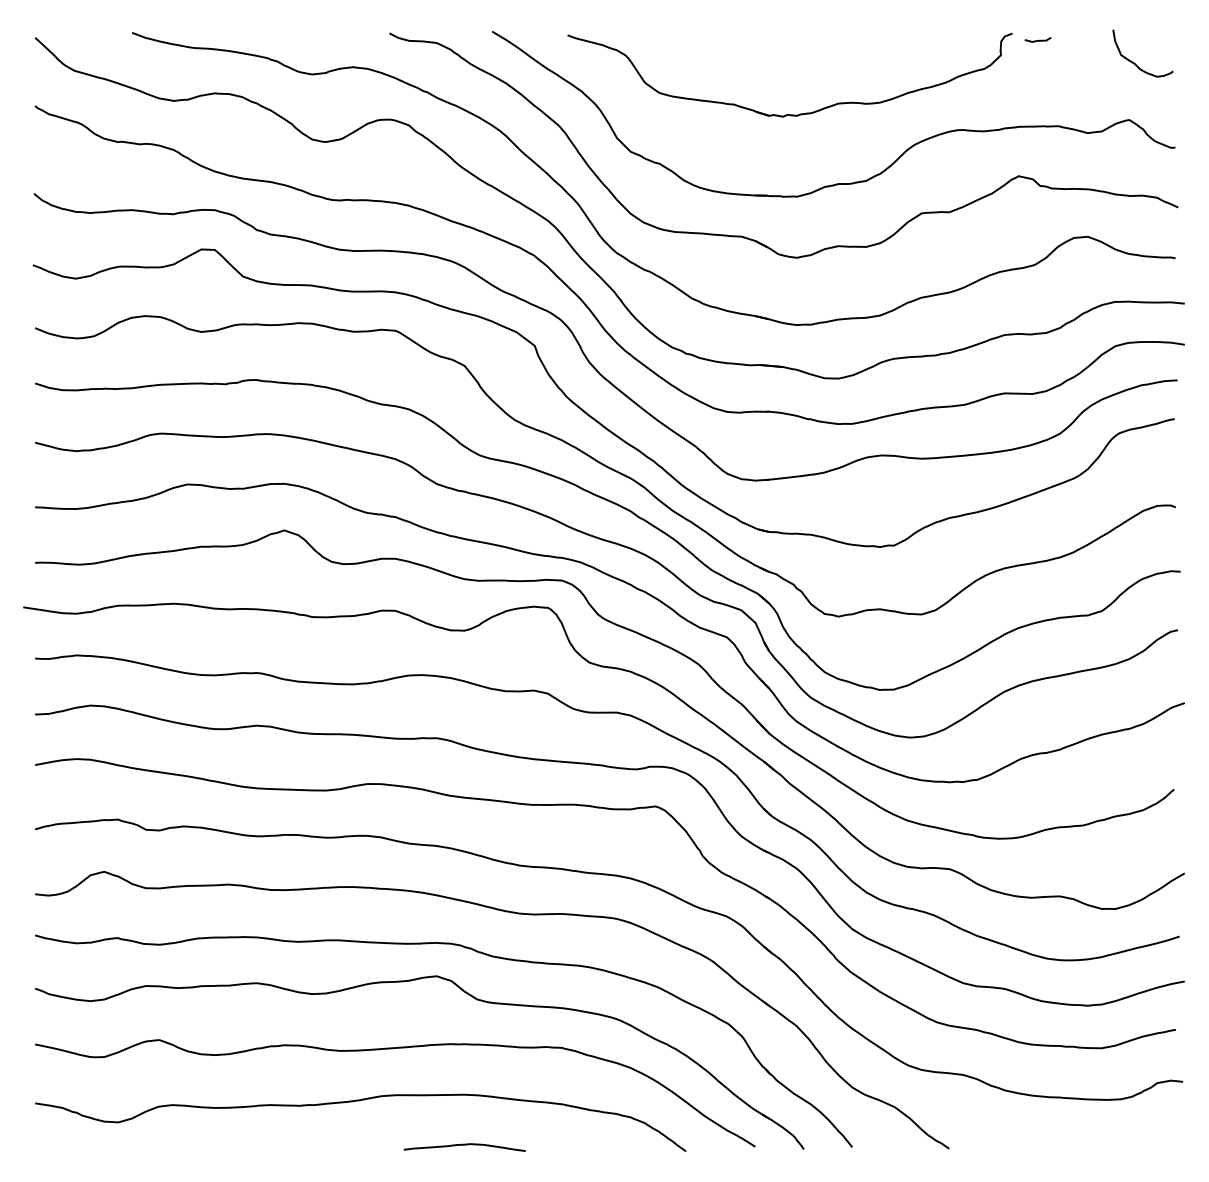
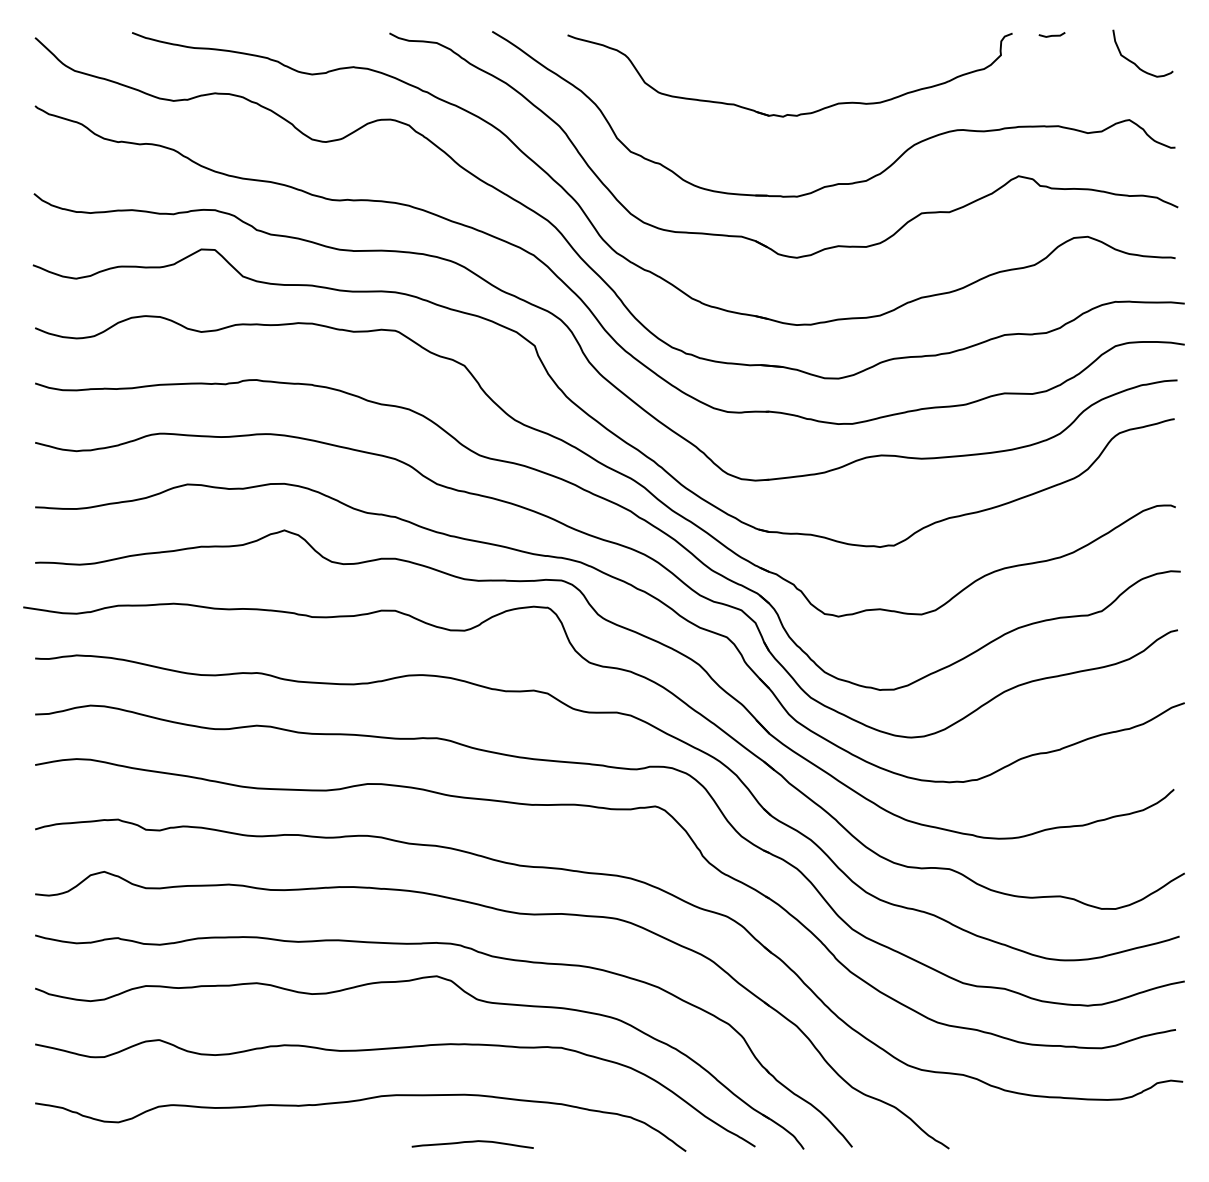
line at (1037, 40) position: (1037, 40) -> (1051, 35)
curve at (464, 1145) position: (464, 1145) -> (472, 1142)
